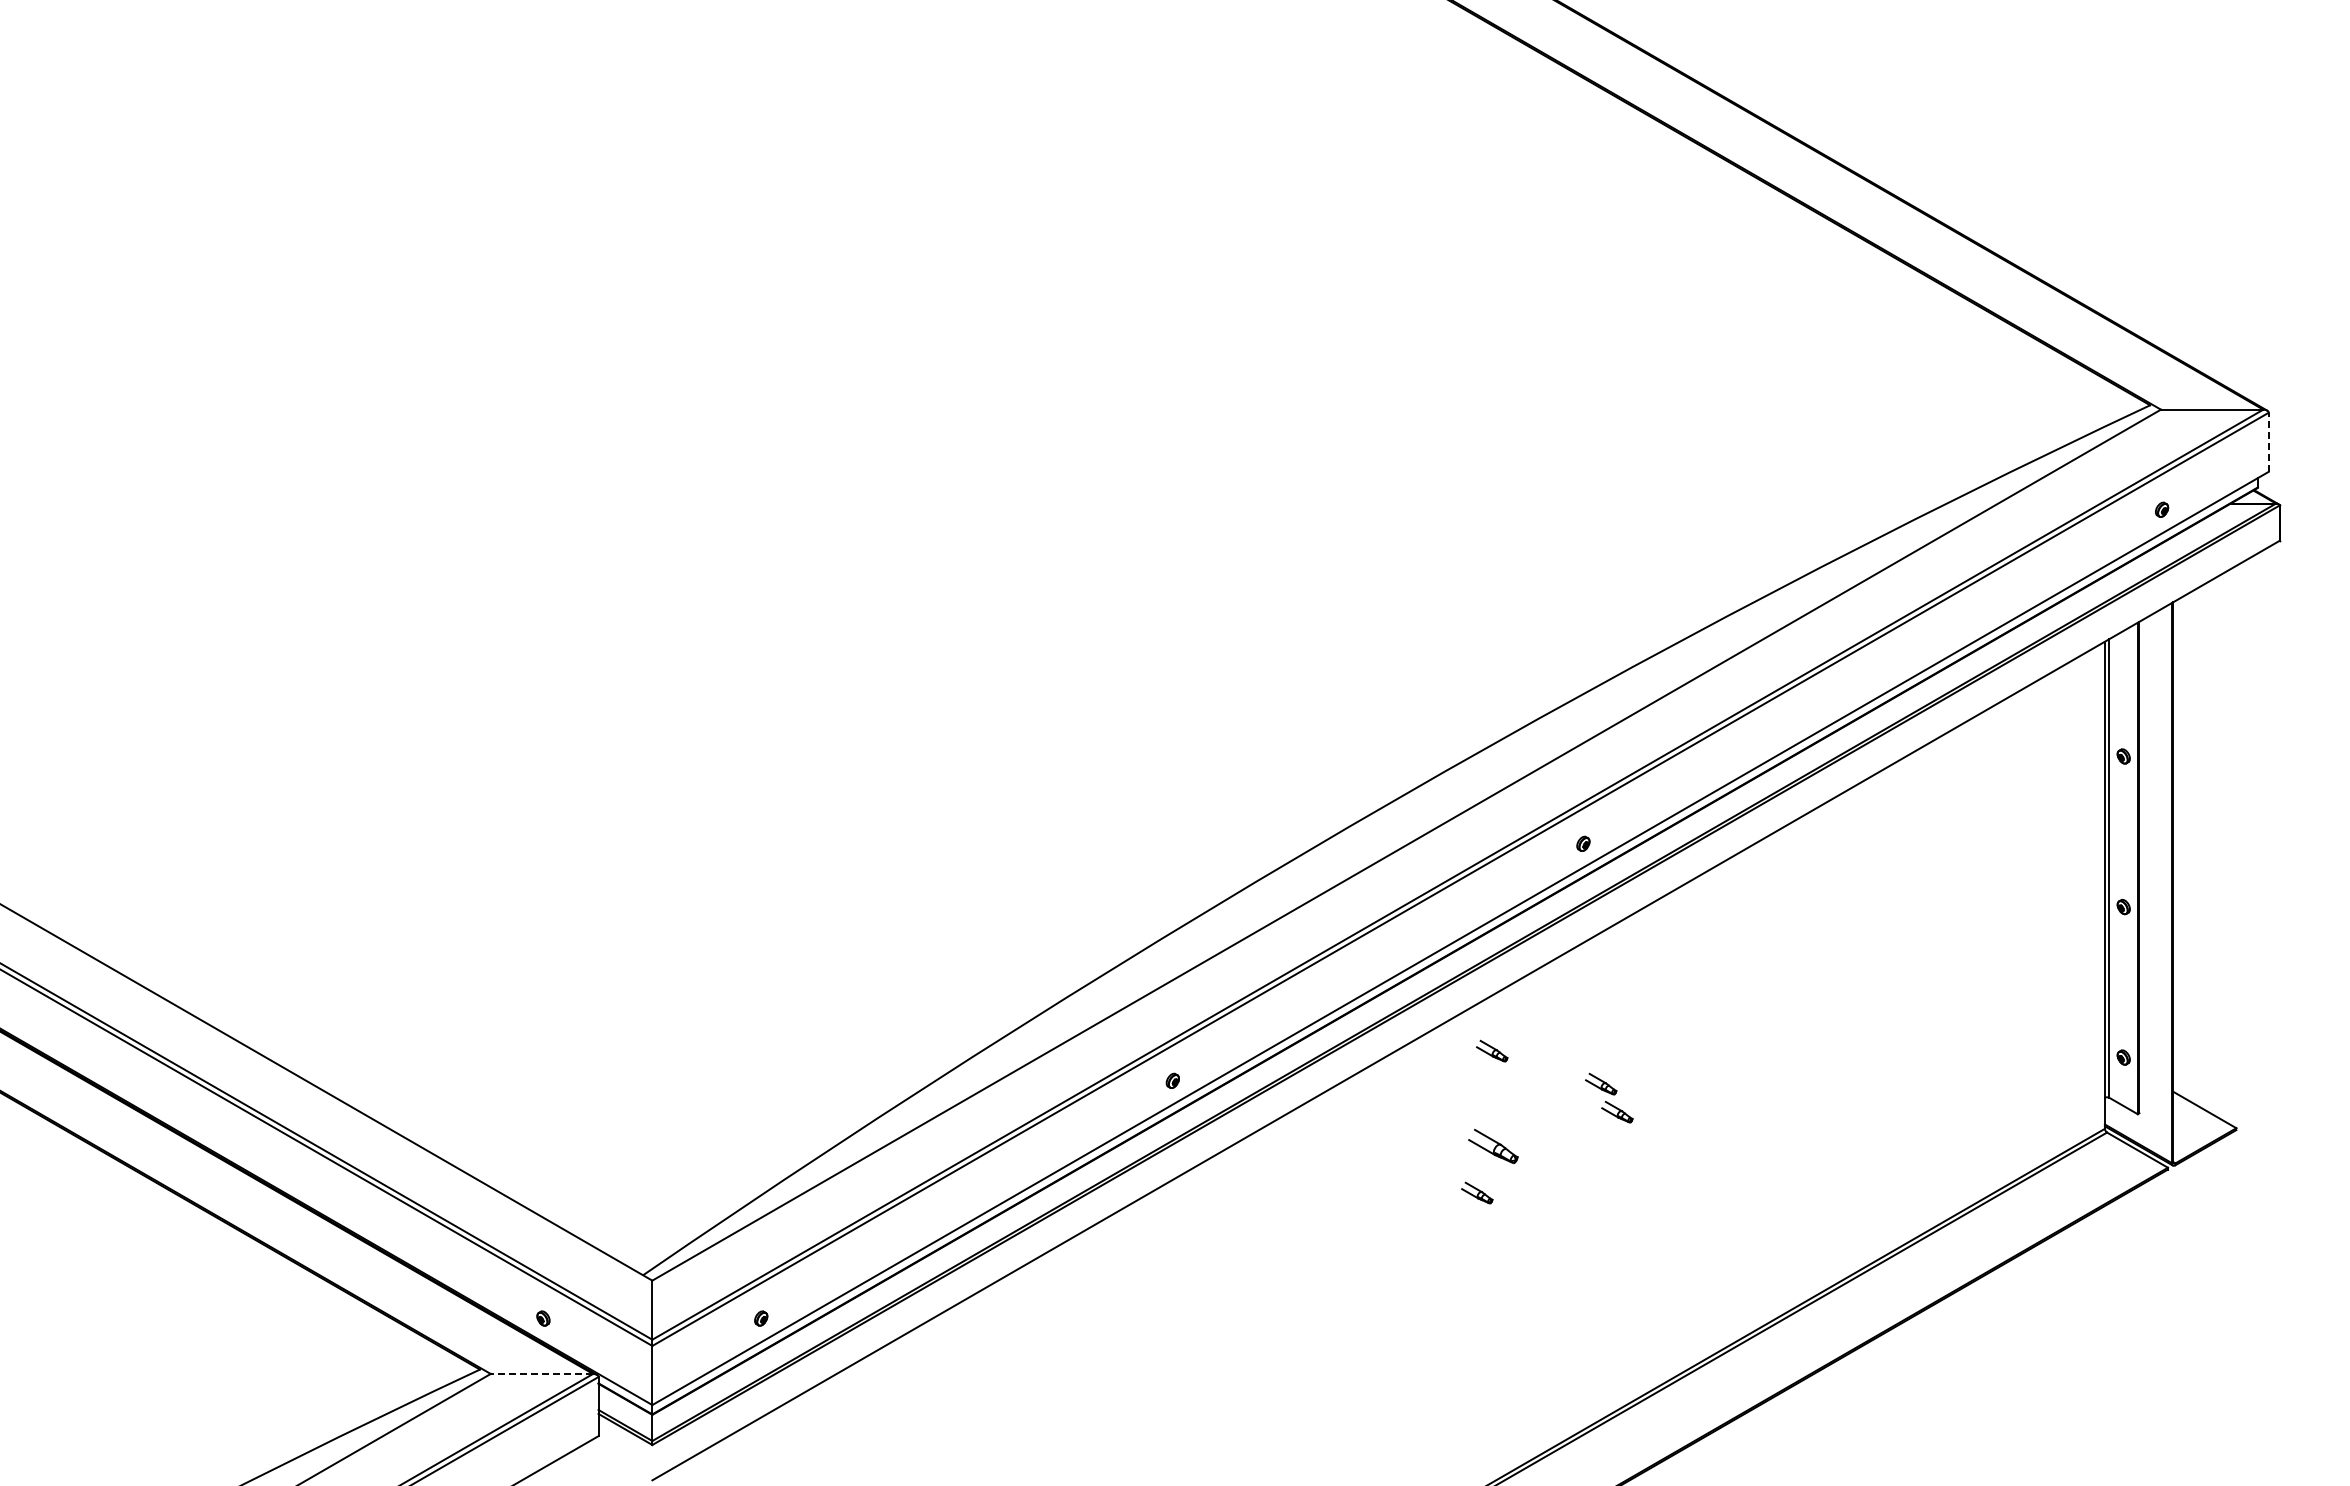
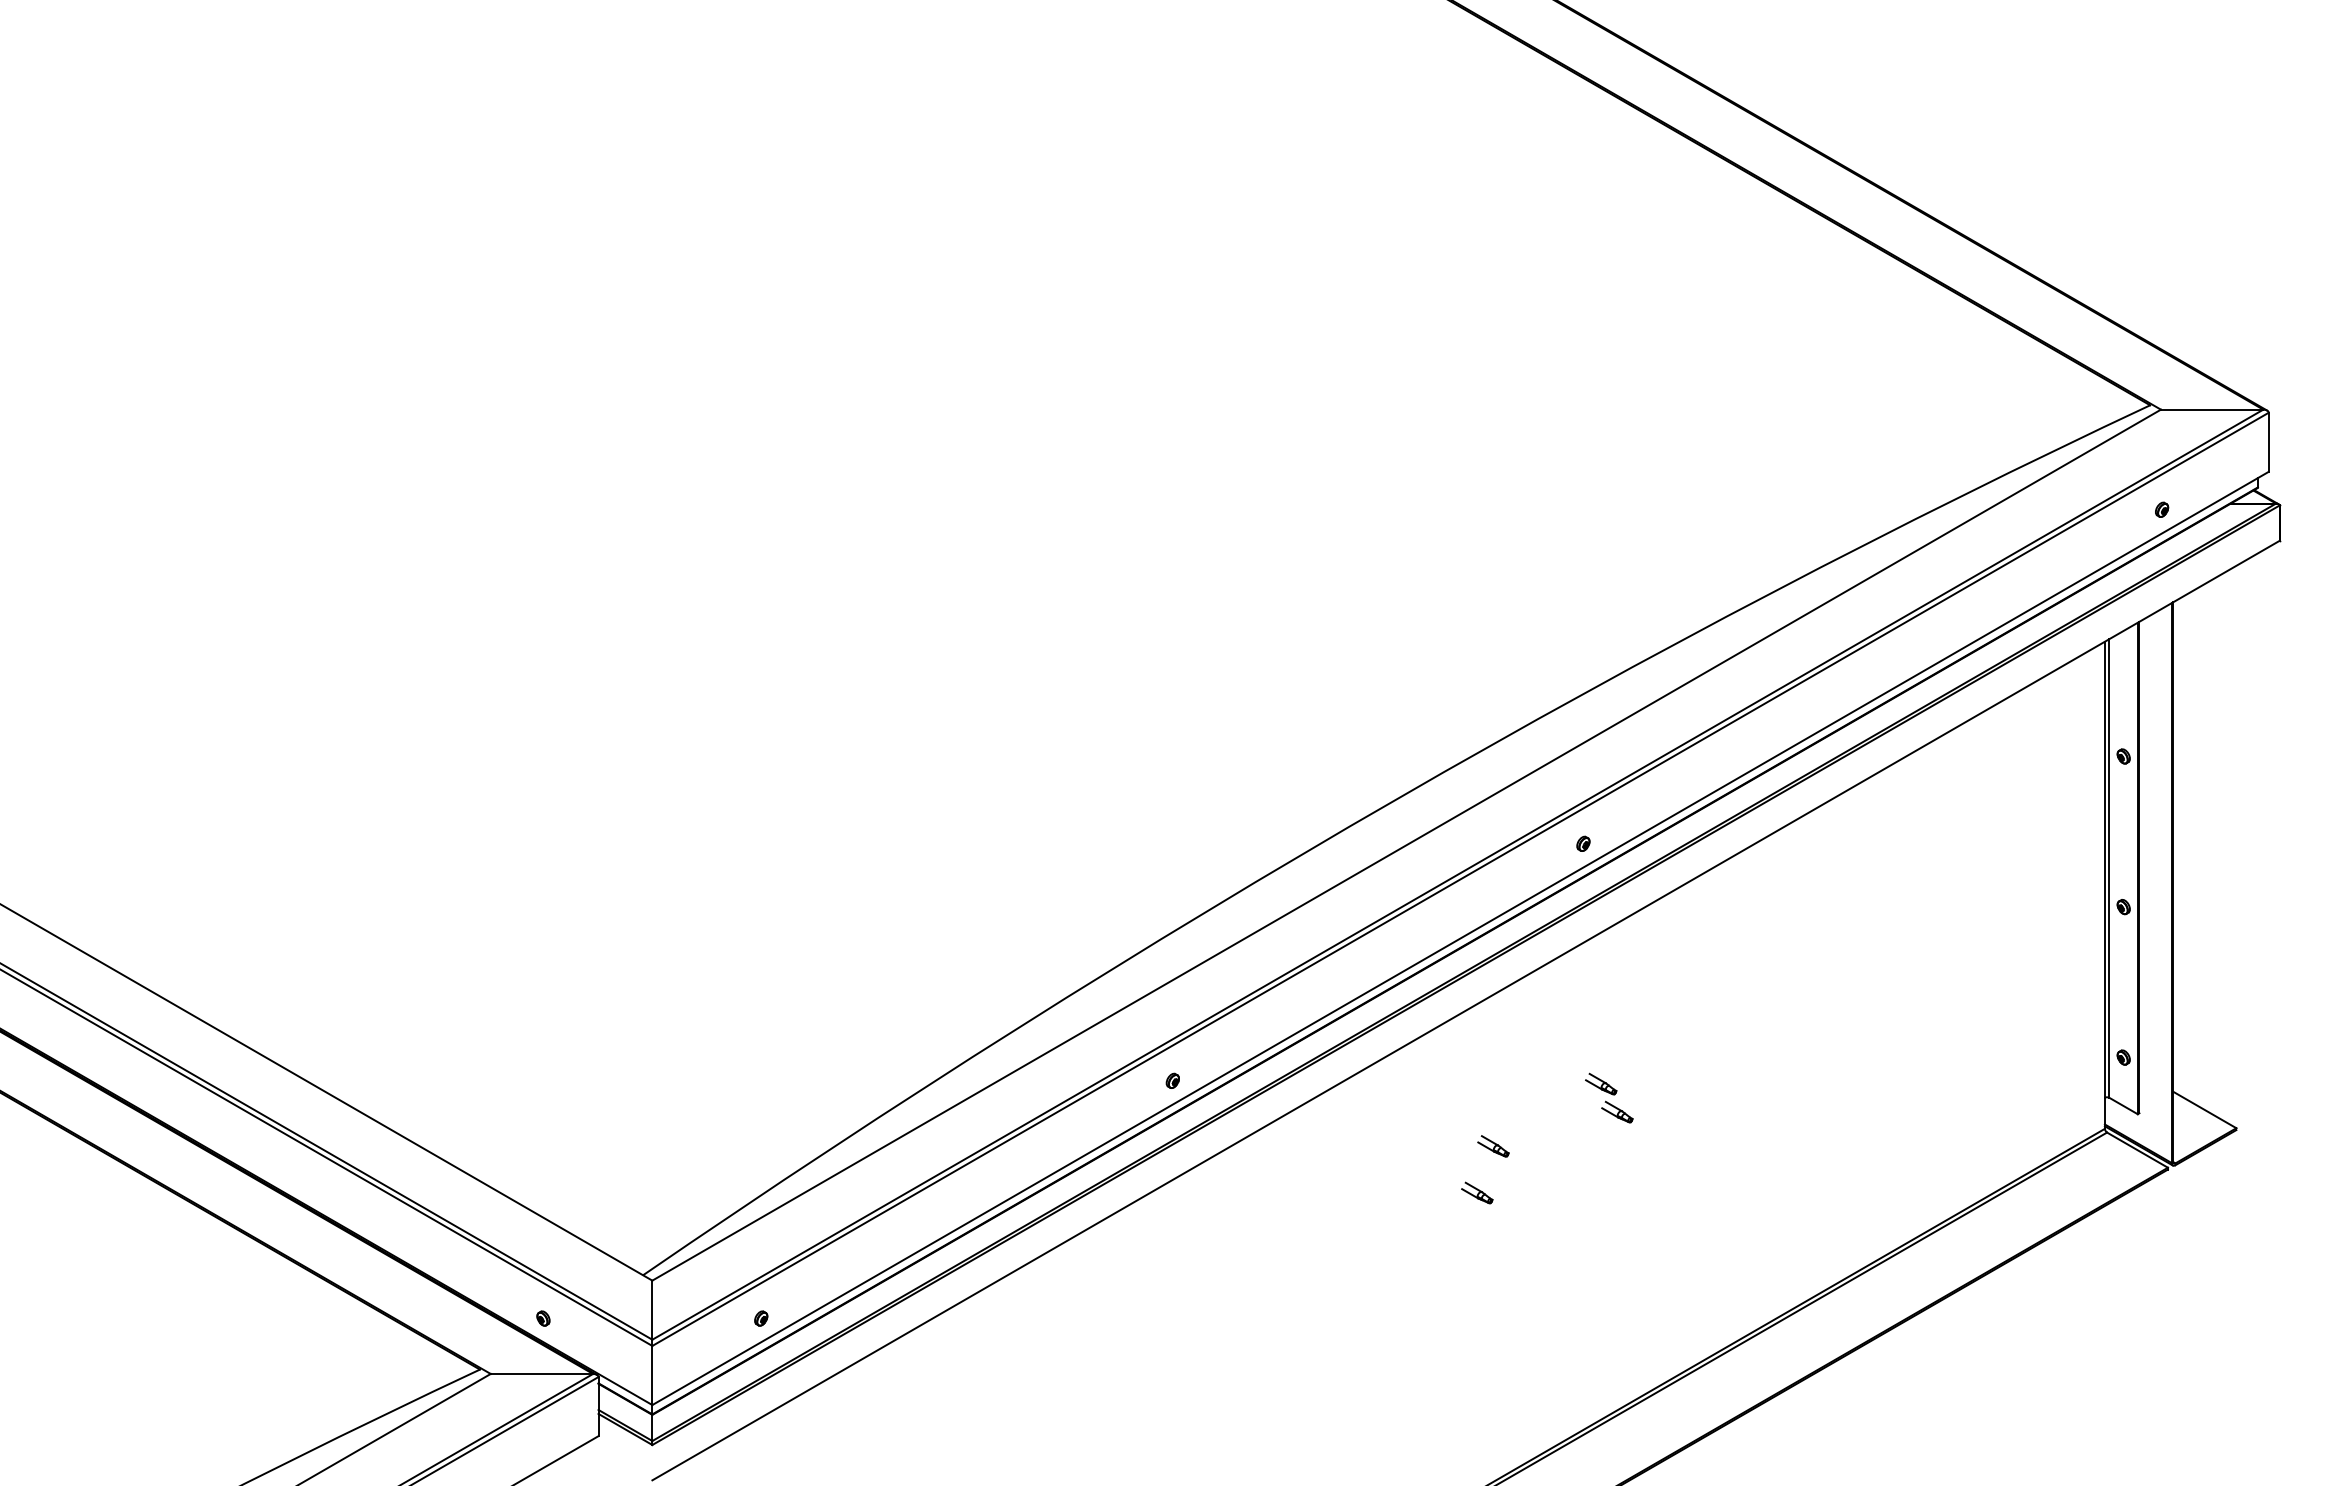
line at (2268, 442): dashed -> solid
part at (1492, 1050): present -> none
part at (1493, 1145) size: 51x36 px -> 33x23 px
line at (541, 1373): dashed -> solid
